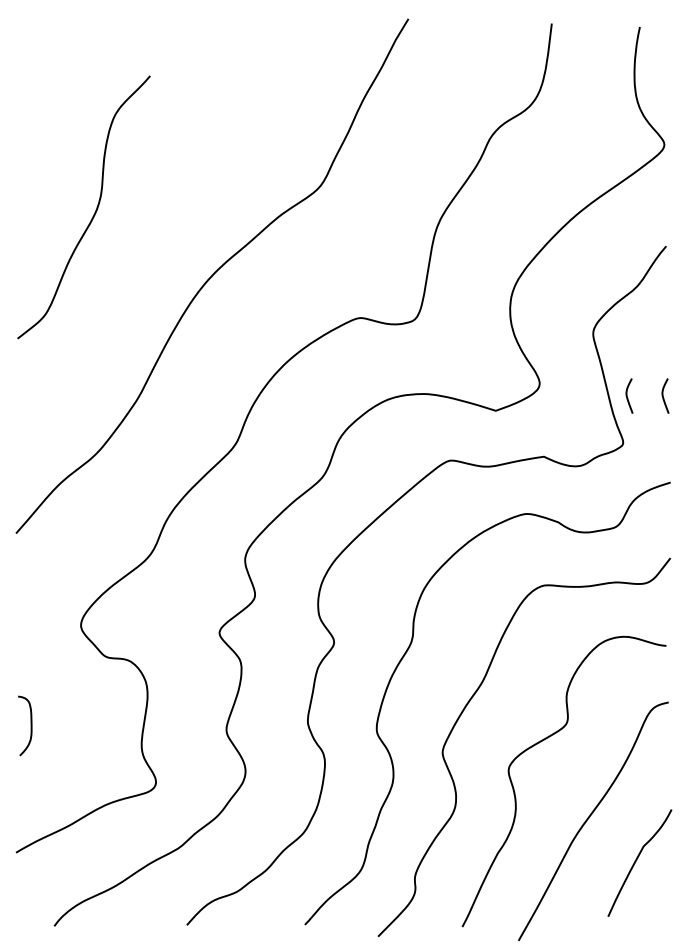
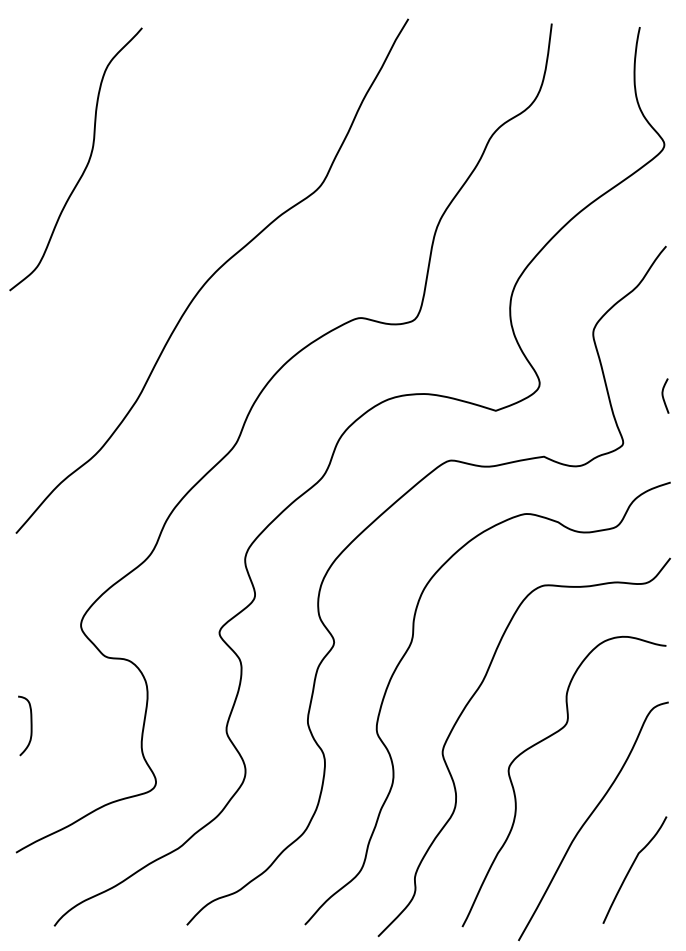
part at (94, 212) position: (94, 212) -> (86, 164)
curve at (627, 395): present -> none
curve at (637, 860) position: (637, 860) -> (632, 867)
